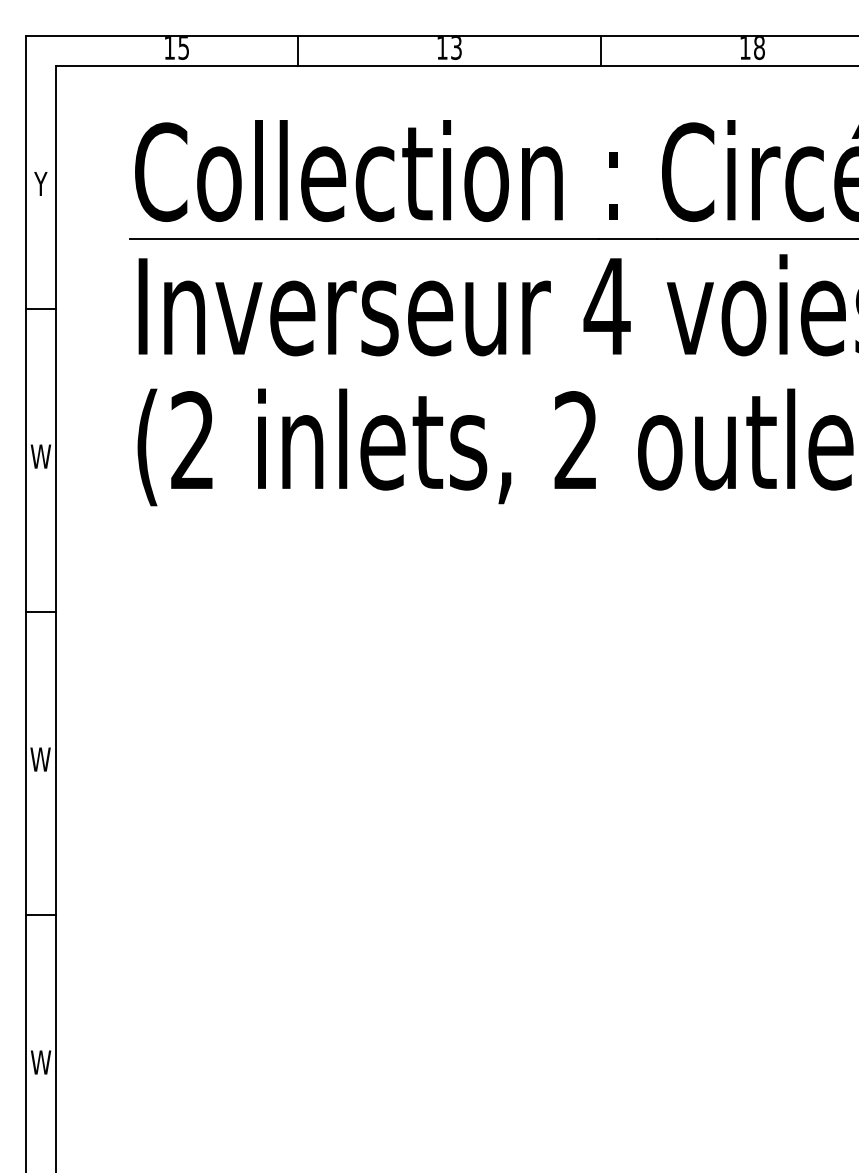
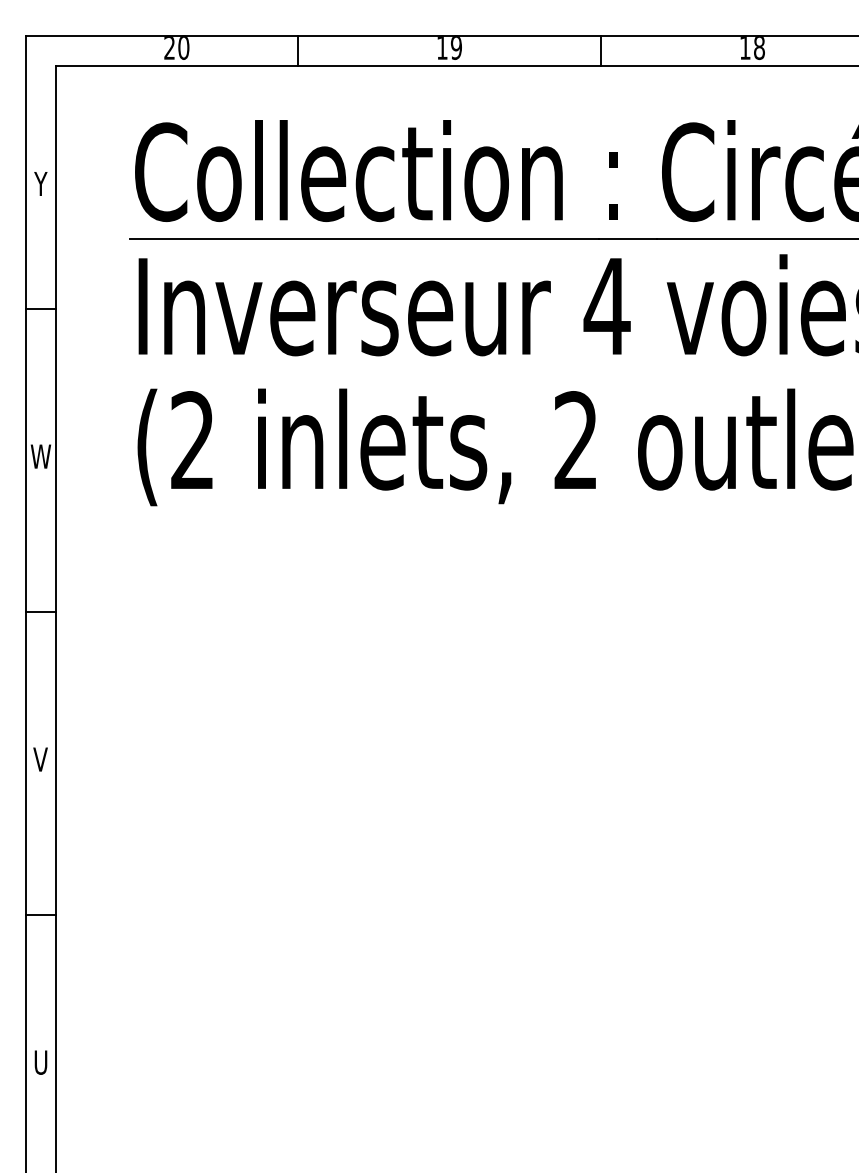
text at (176, 48): 15 -> 20
text at (455, 48): 13 -> 19
text at (40, 759): W -> V
text at (40, 1062): W -> U
